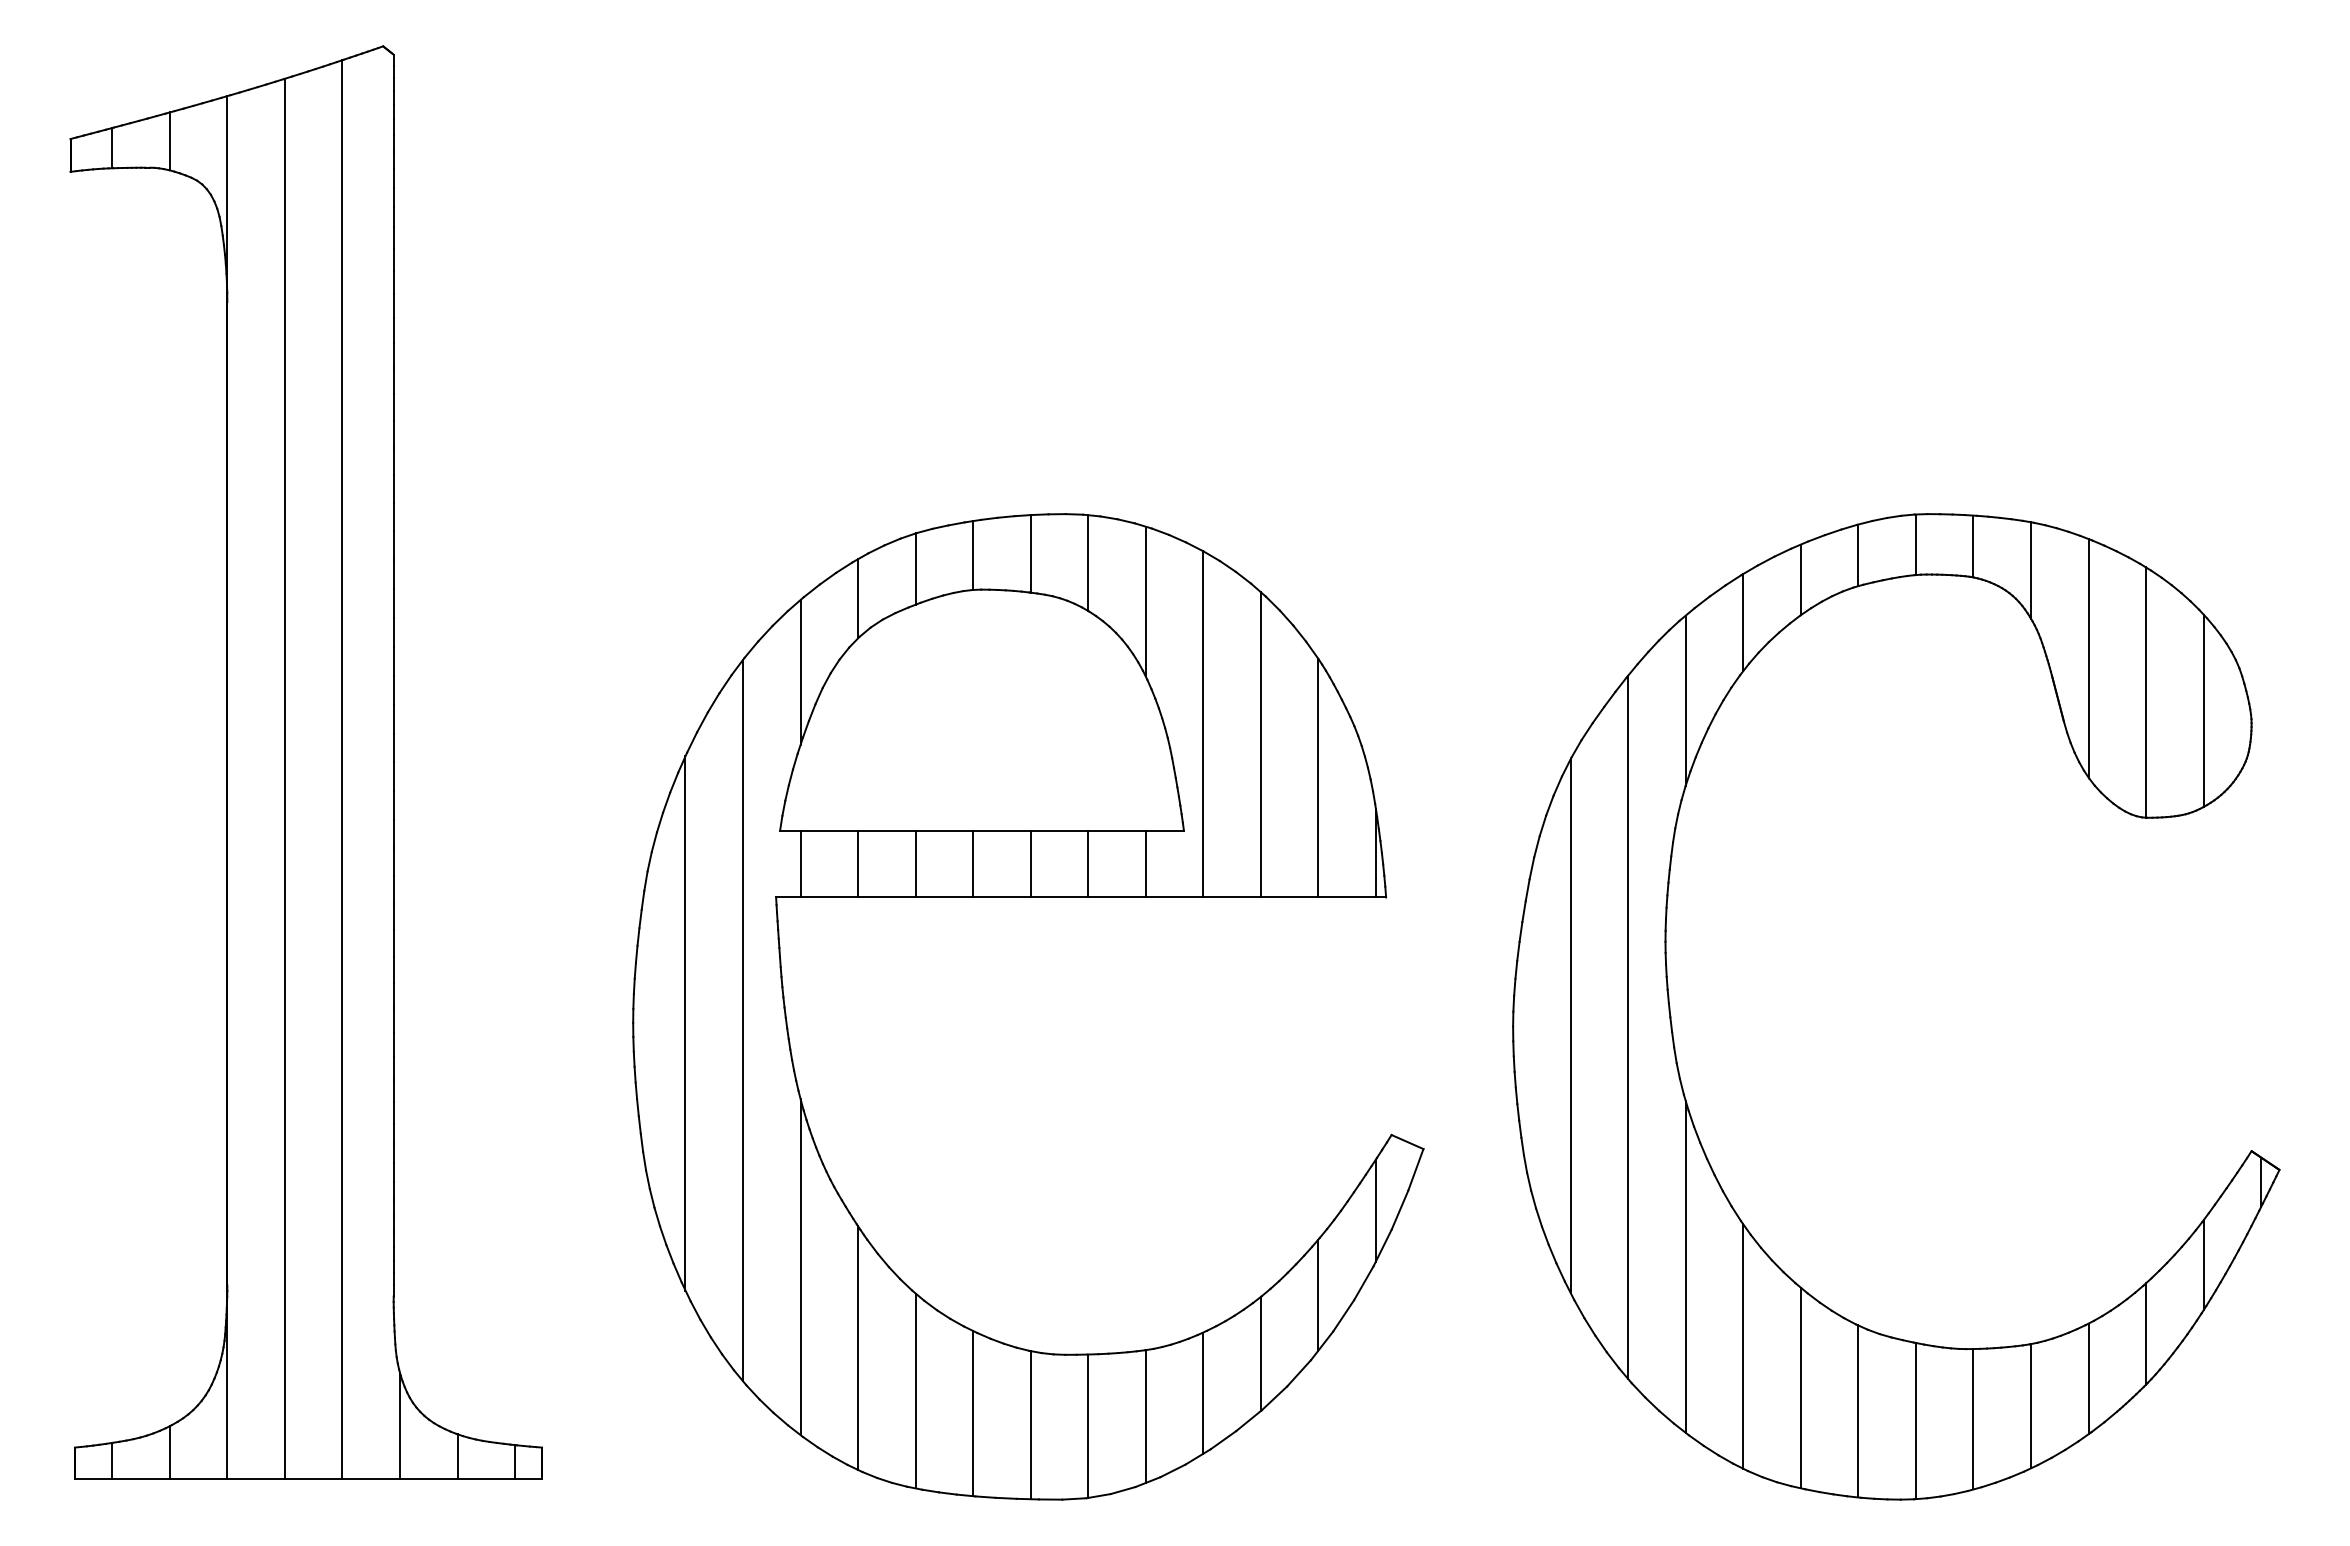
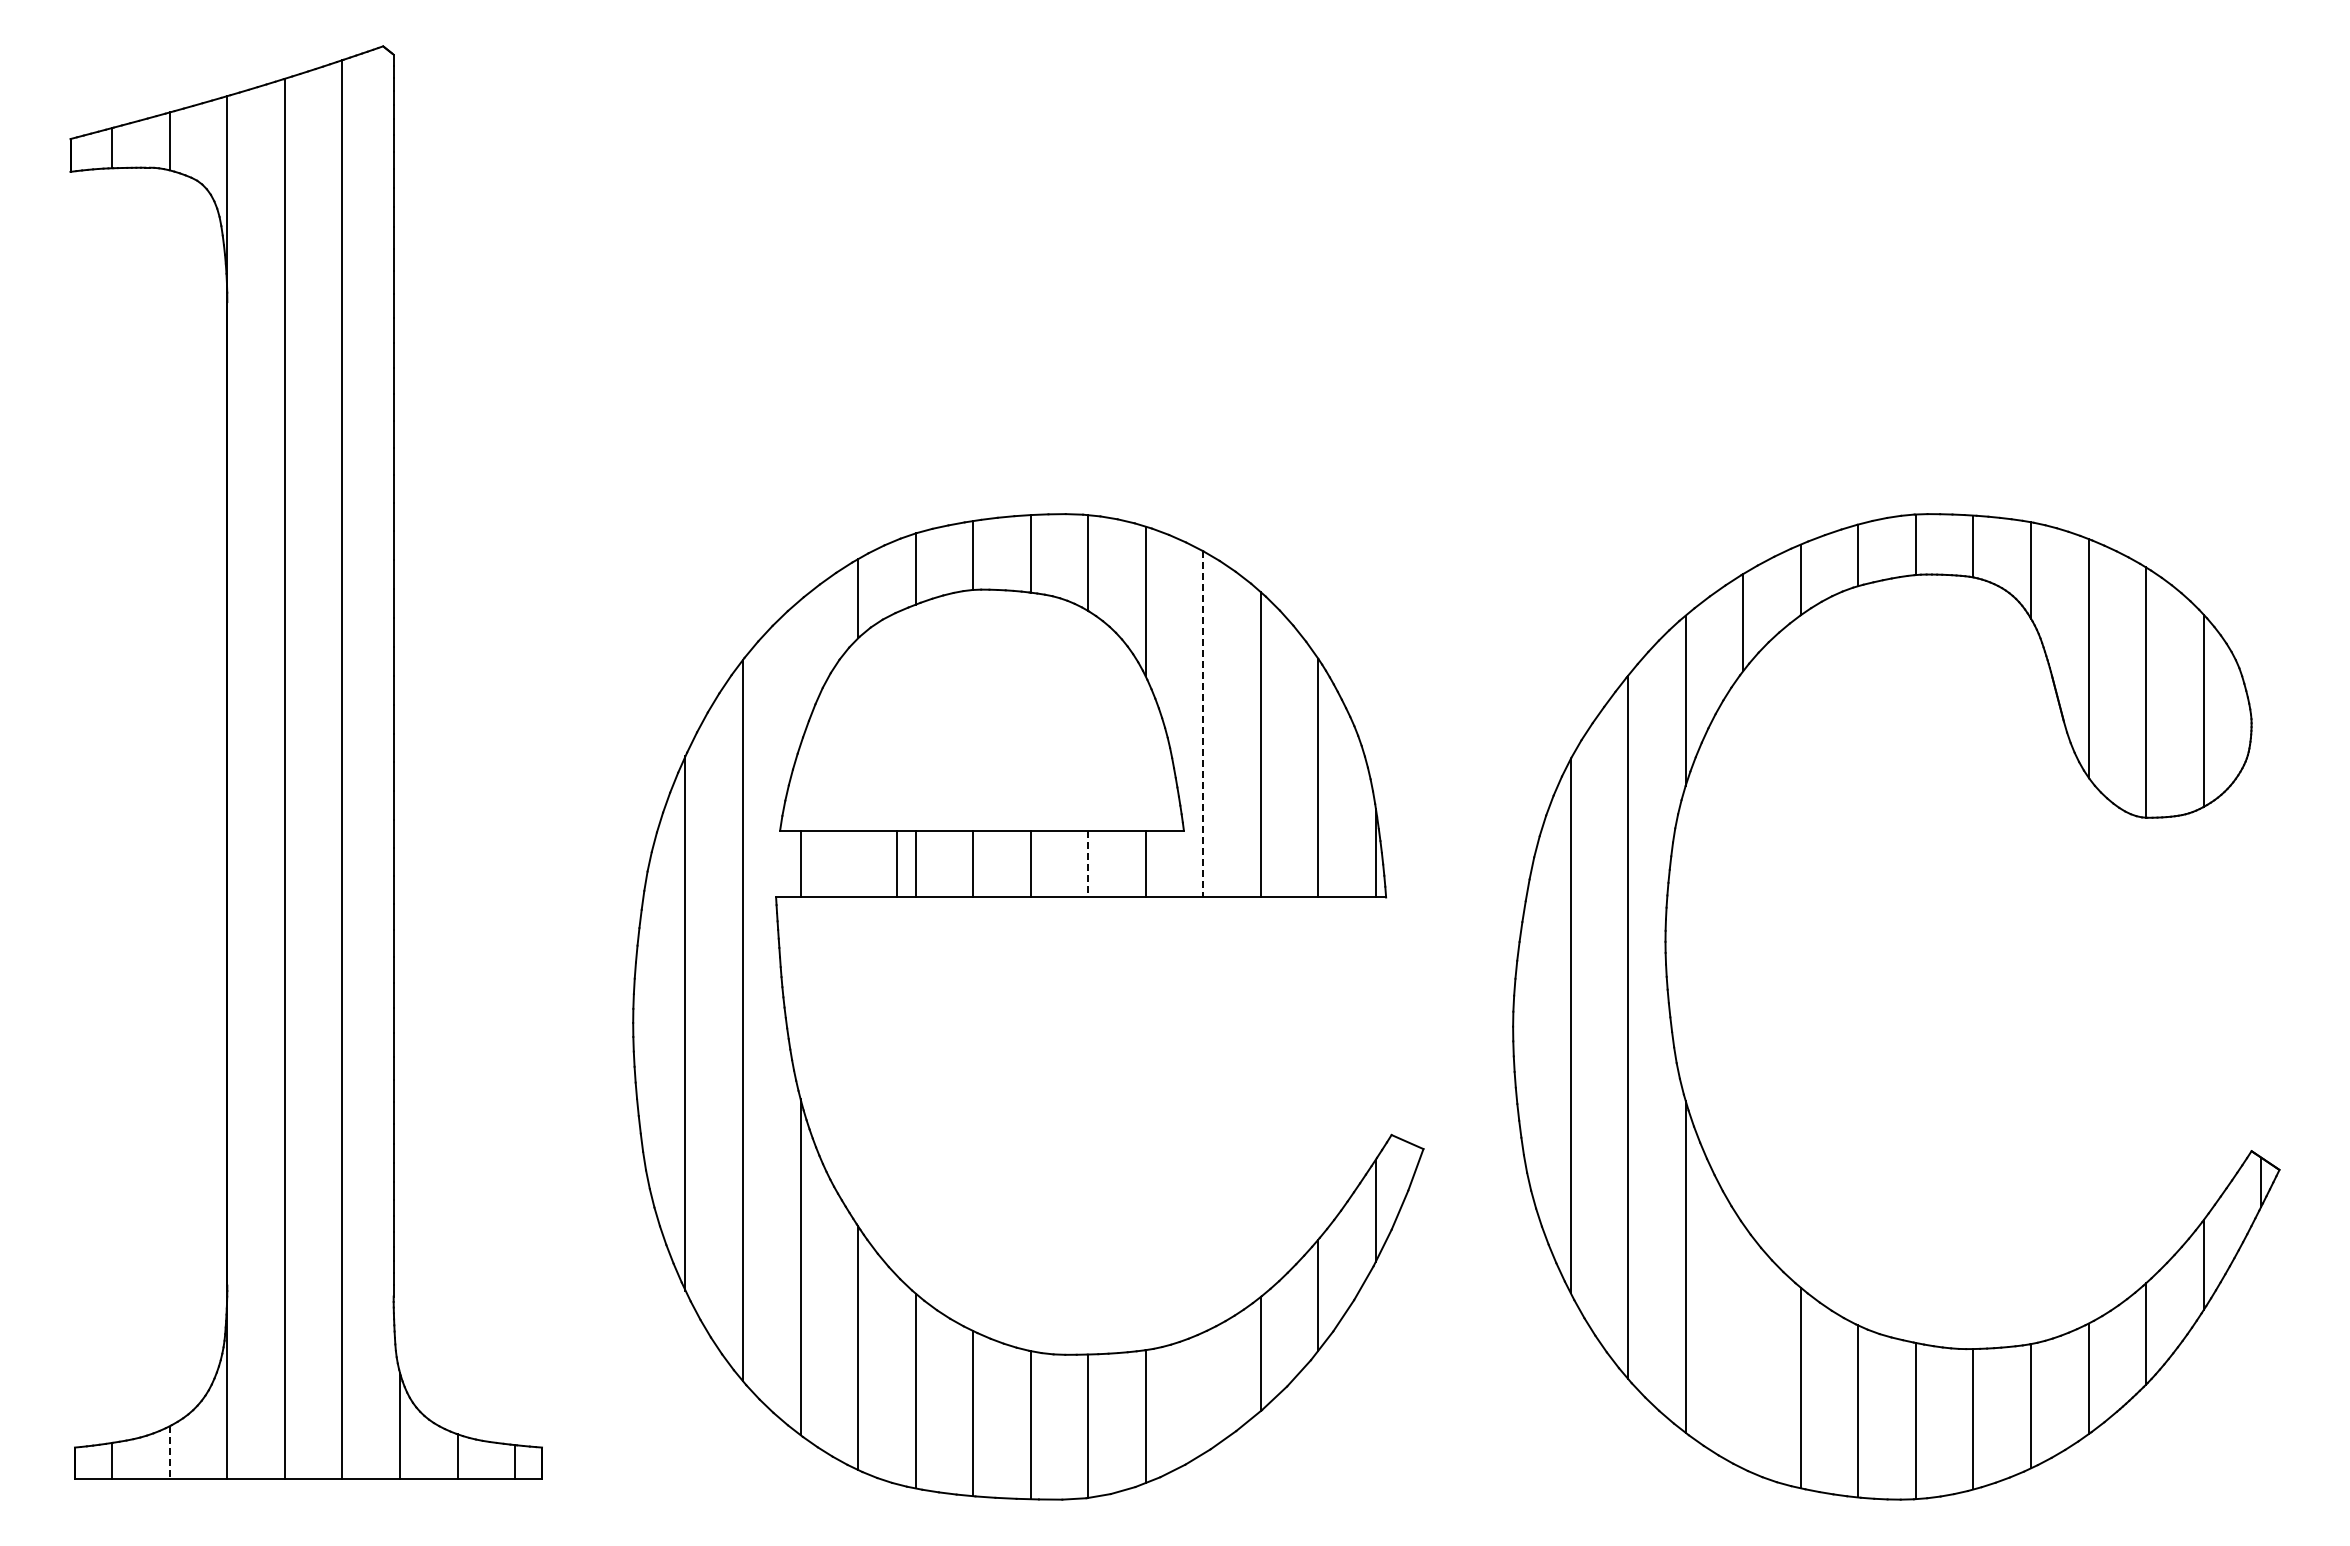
line at (800, 671): present -> none
line at (1203, 724): solid -> dashed
line at (858, 863) position: (858, 863) -> (897, 863)
line at (1088, 864): solid -> dashed
line at (1743, 1346): present -> none
line at (1203, 1393): present -> none
line at (169, 1453): solid -> dashed
